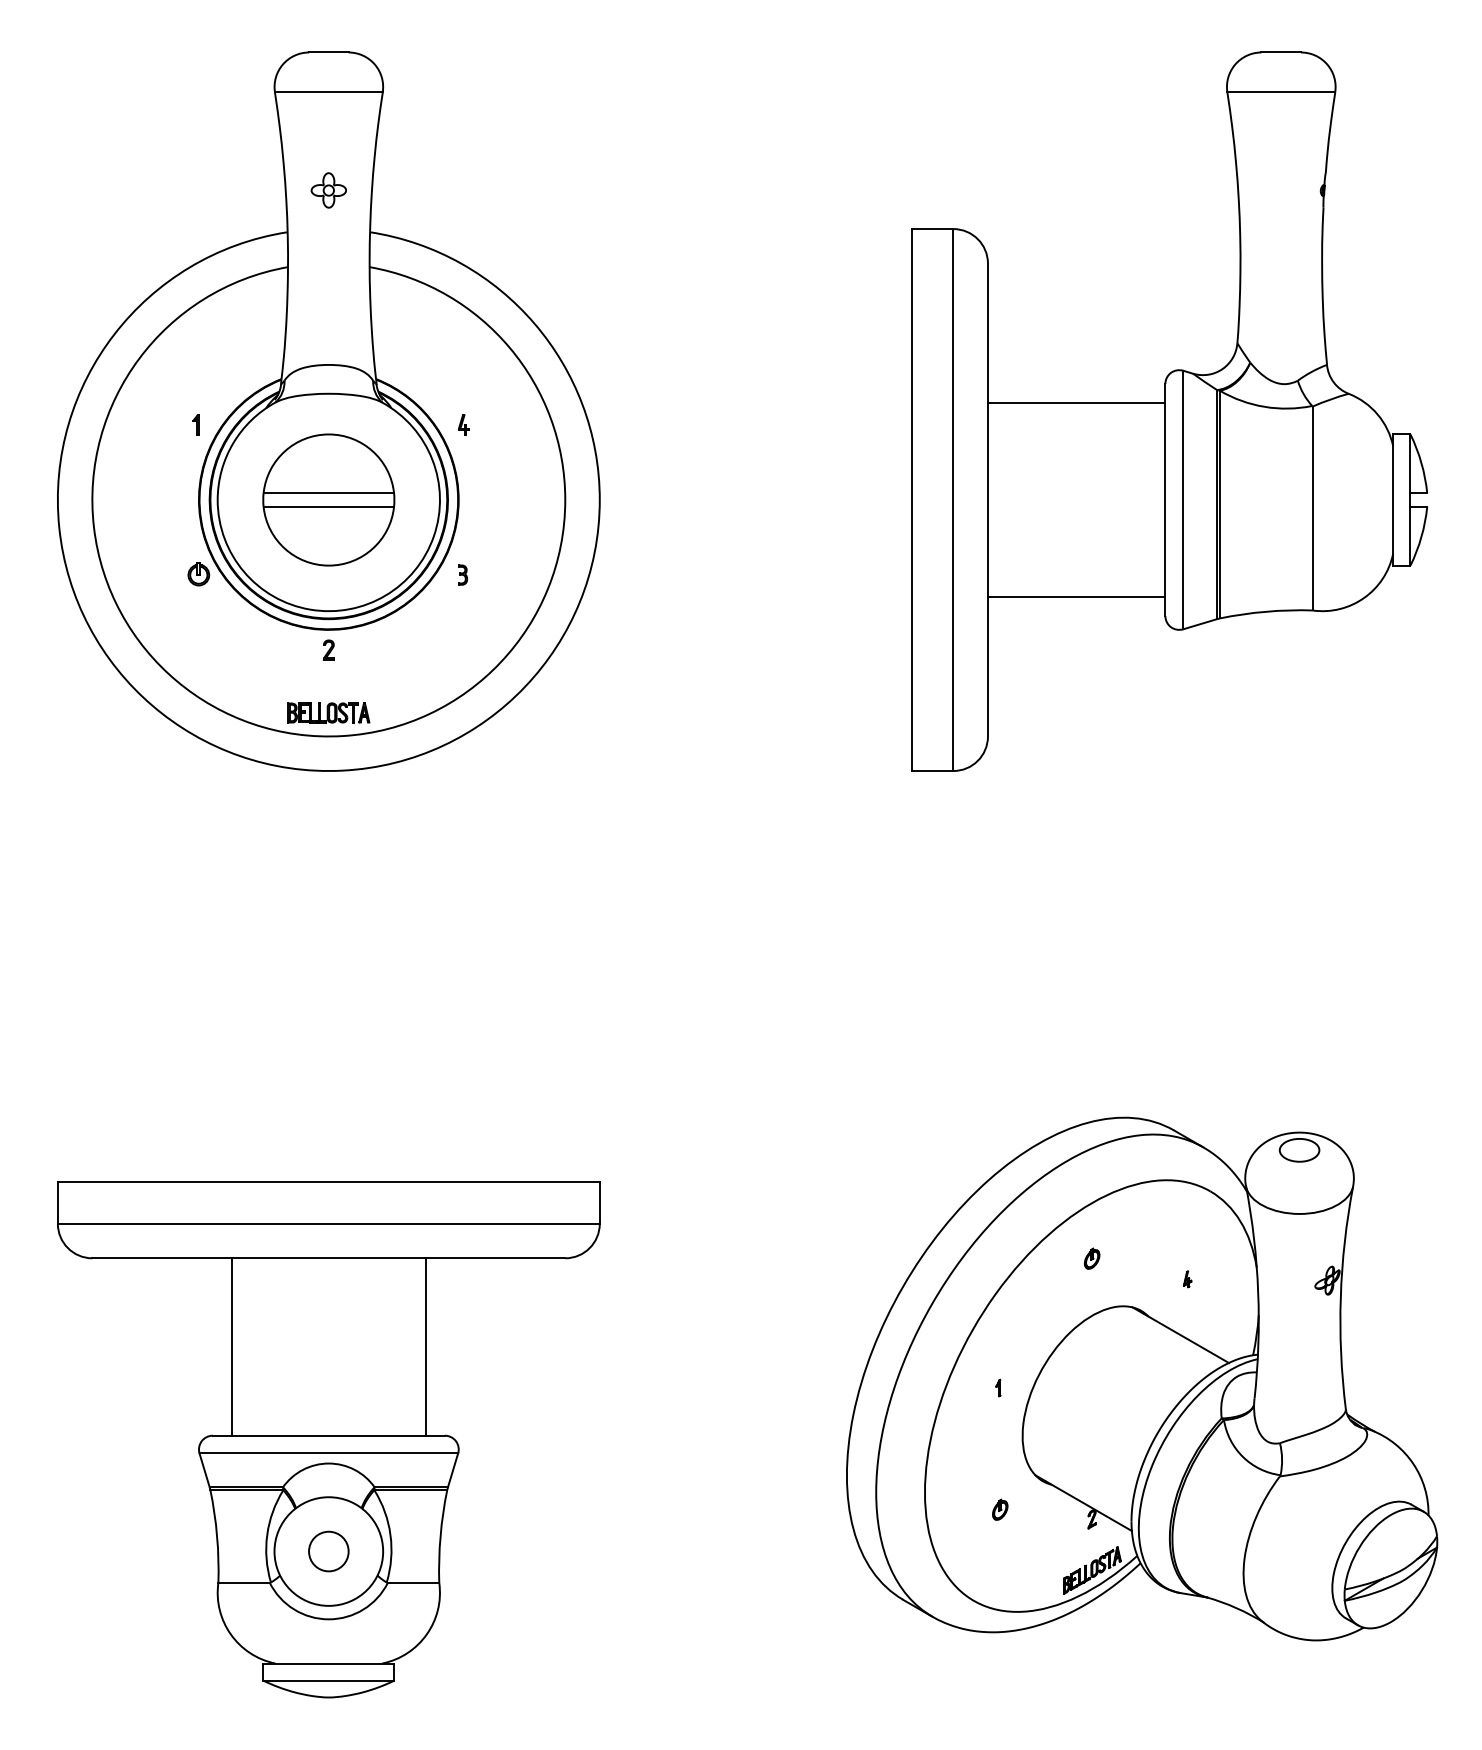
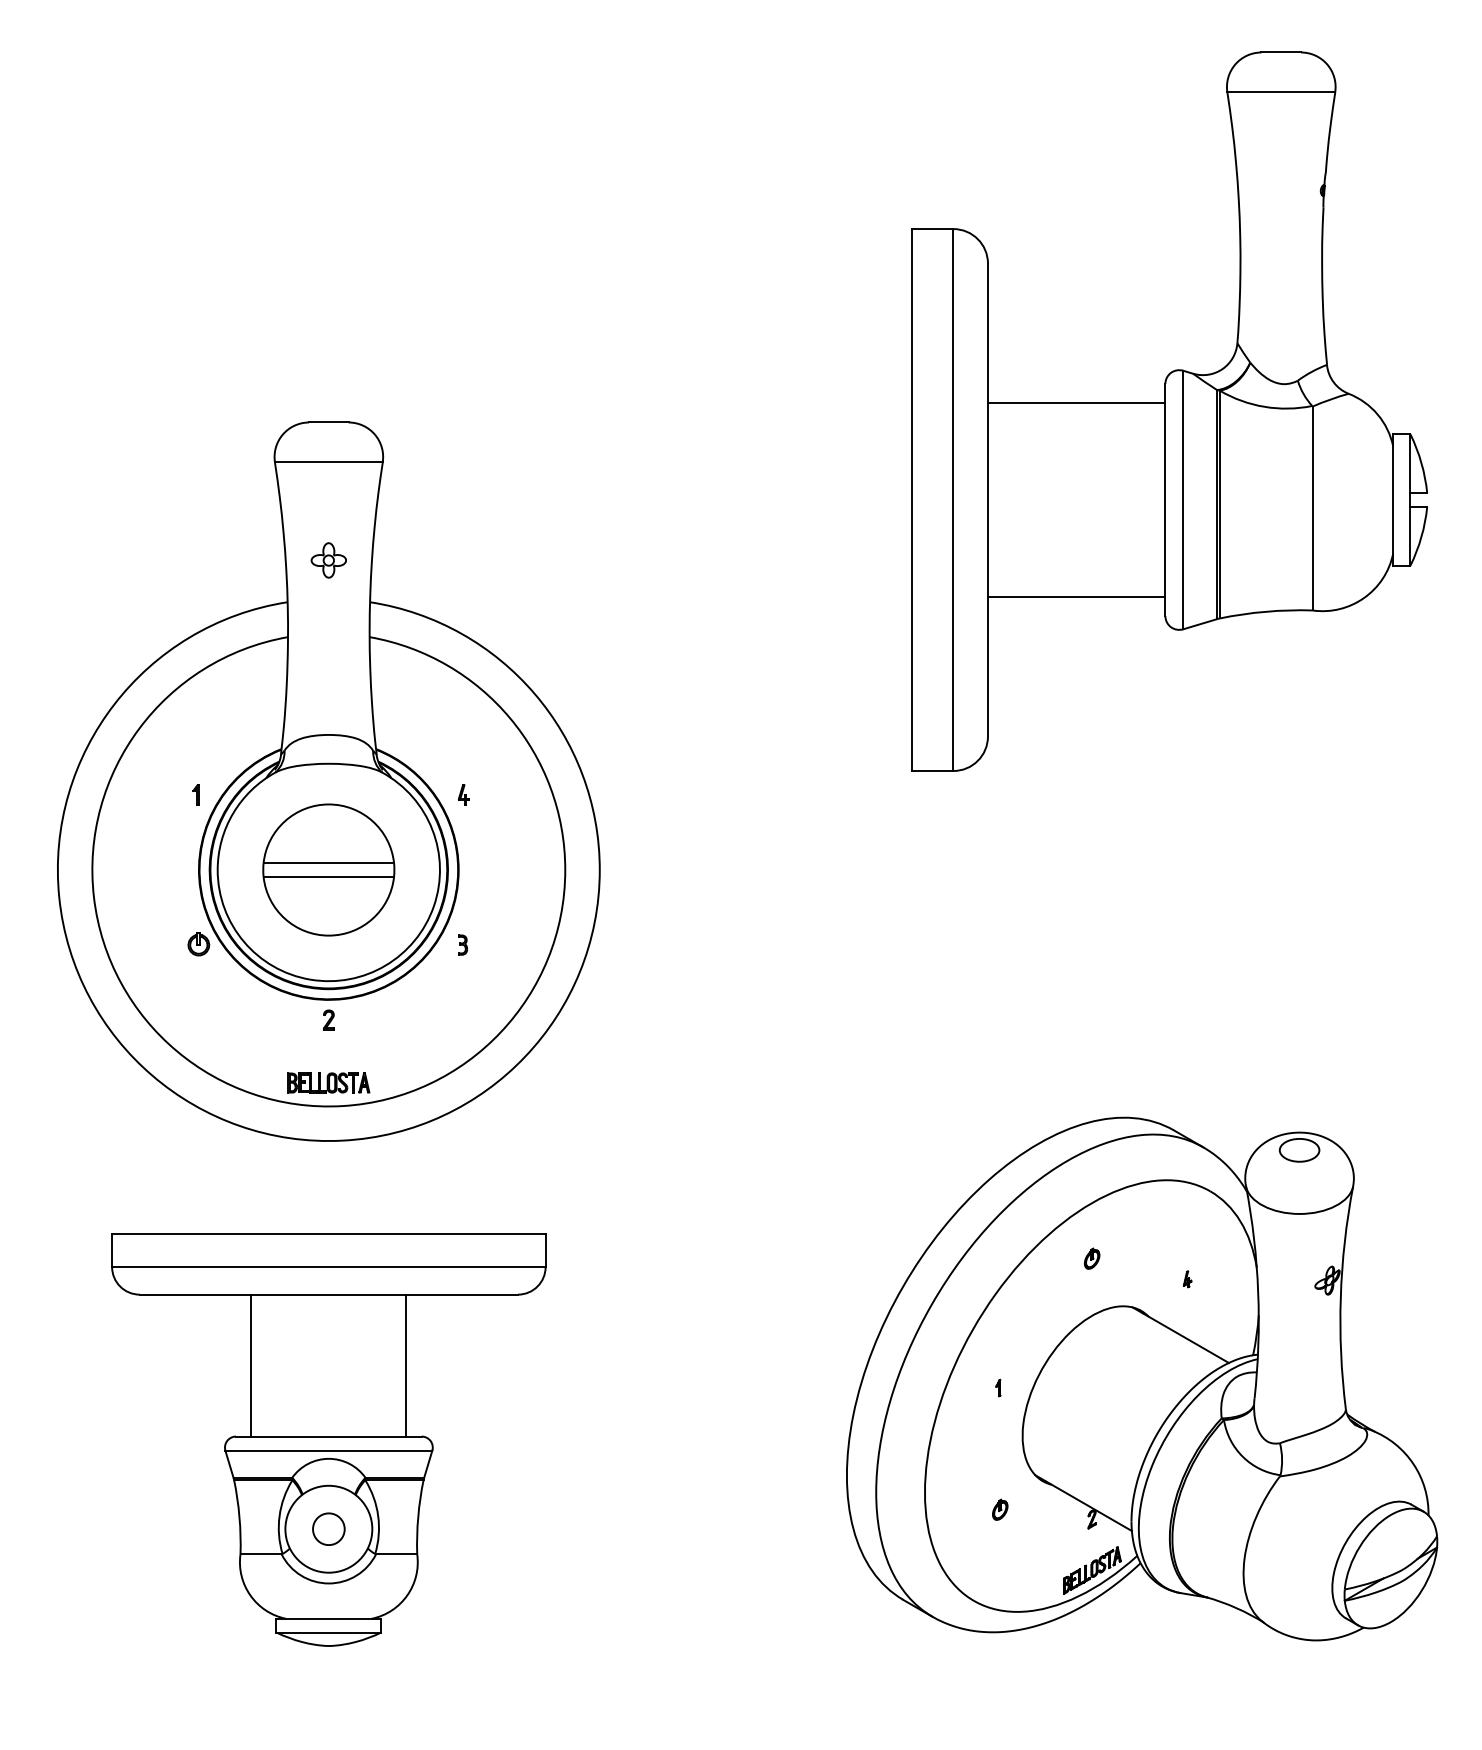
part at (328, 411) position: (328, 411) -> (328, 781)
part at (328, 1439) size: 544x518 px -> 436x414 px
